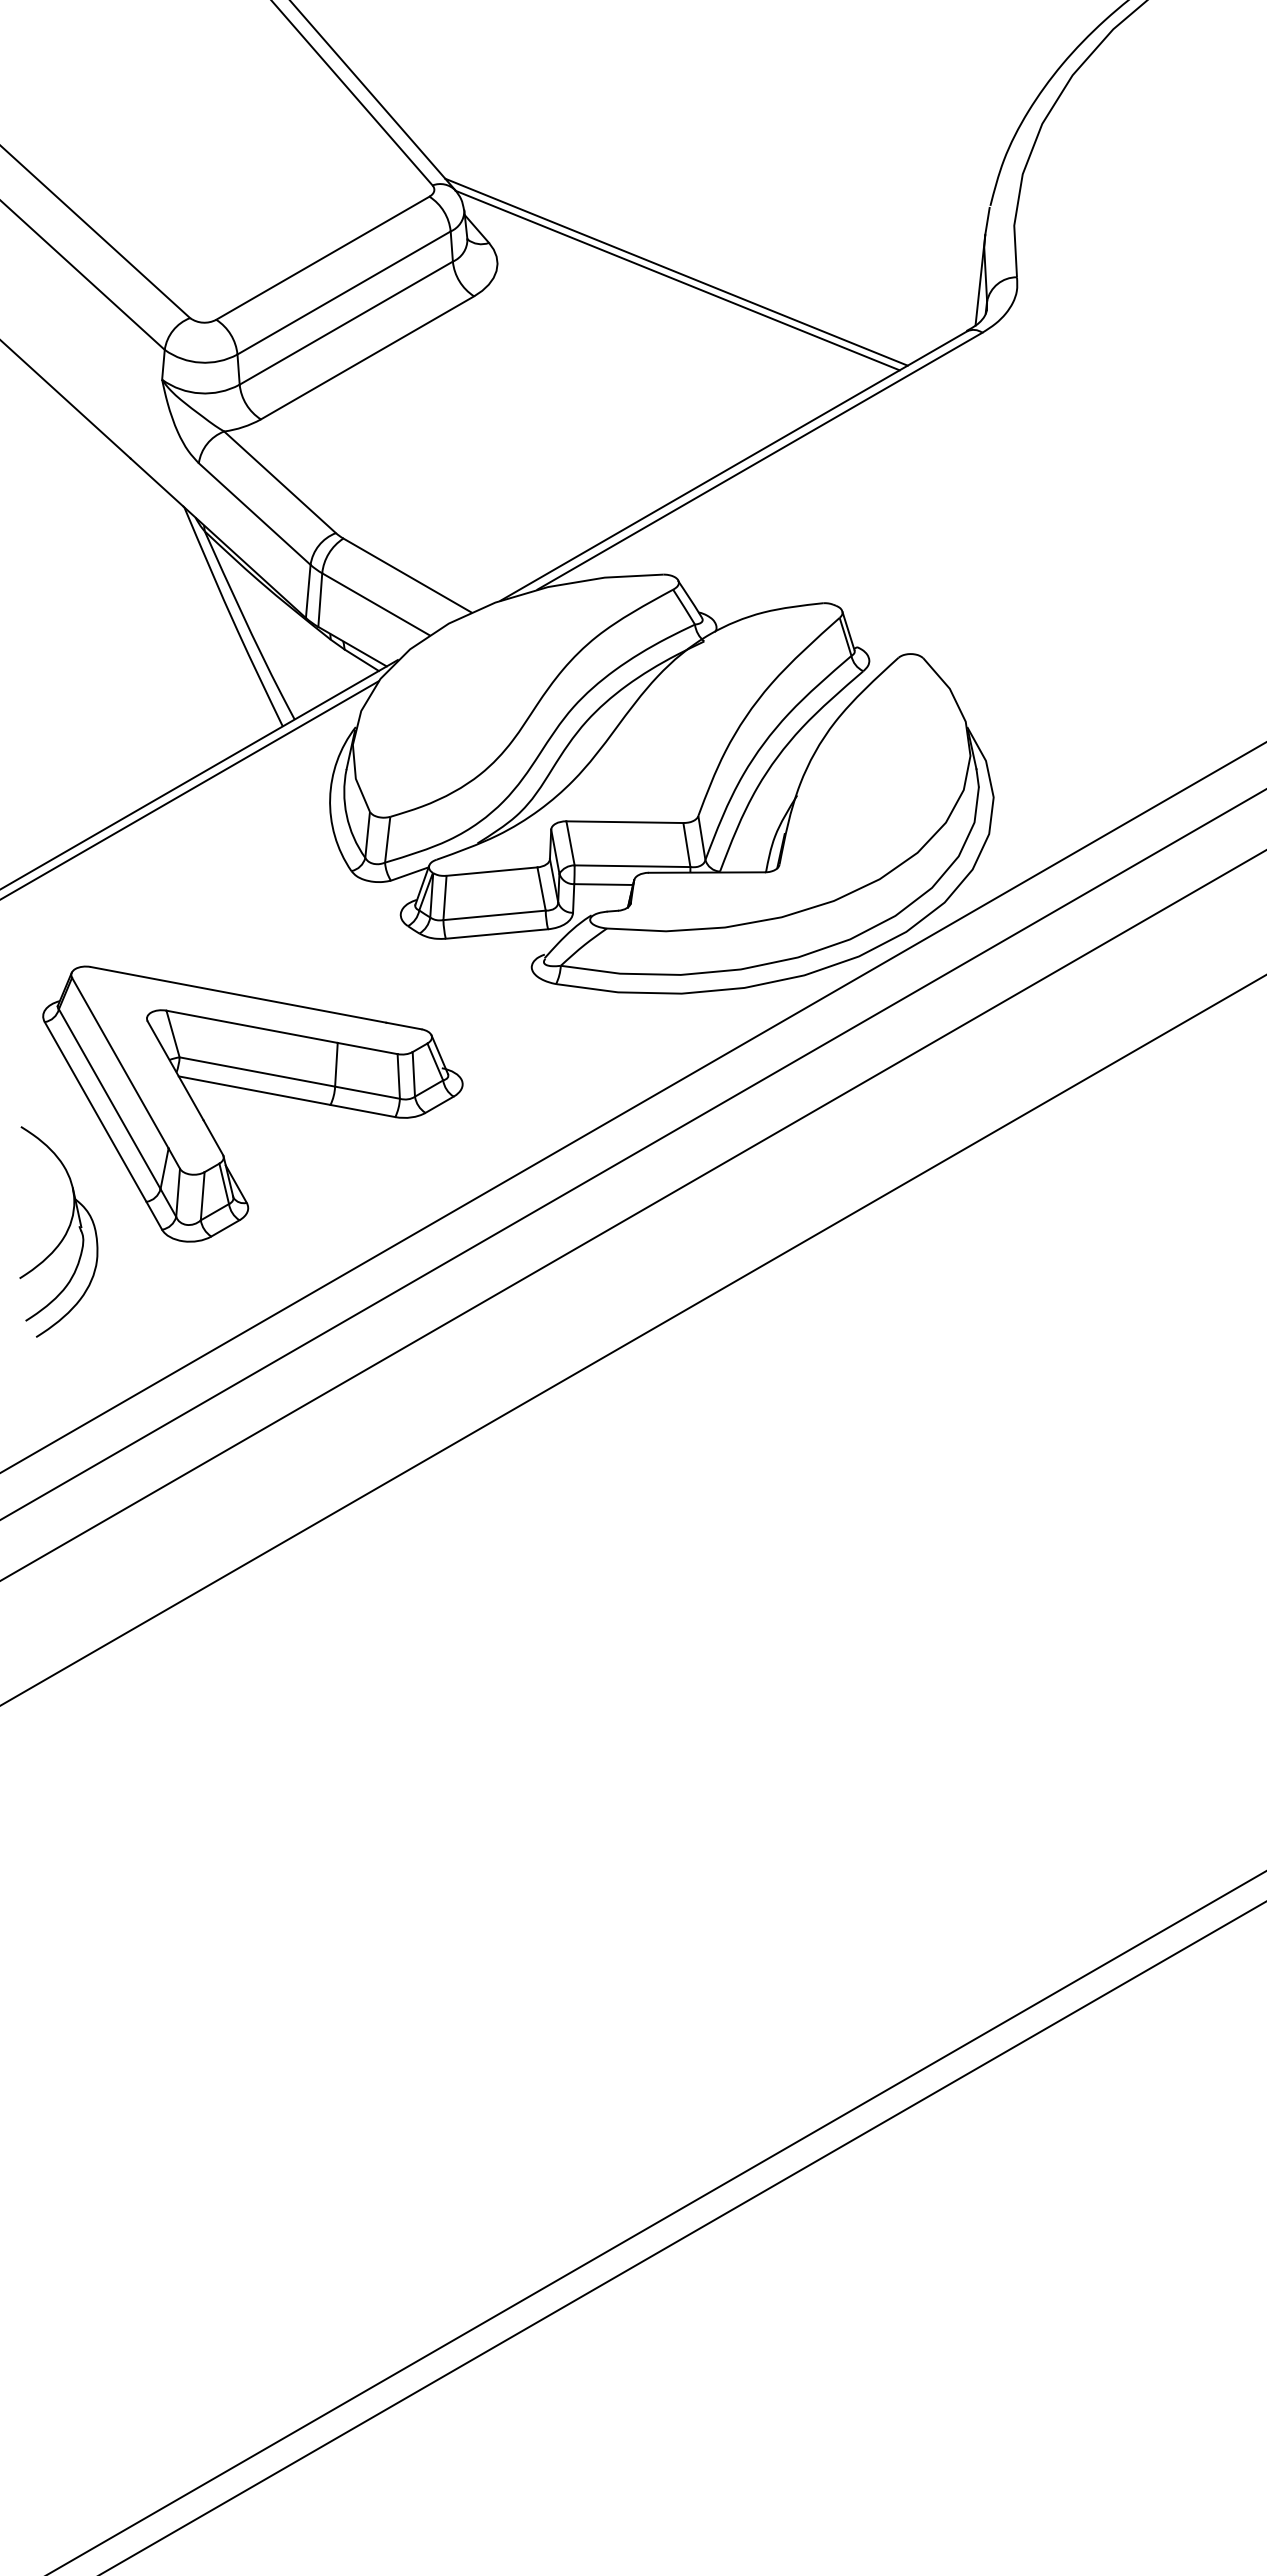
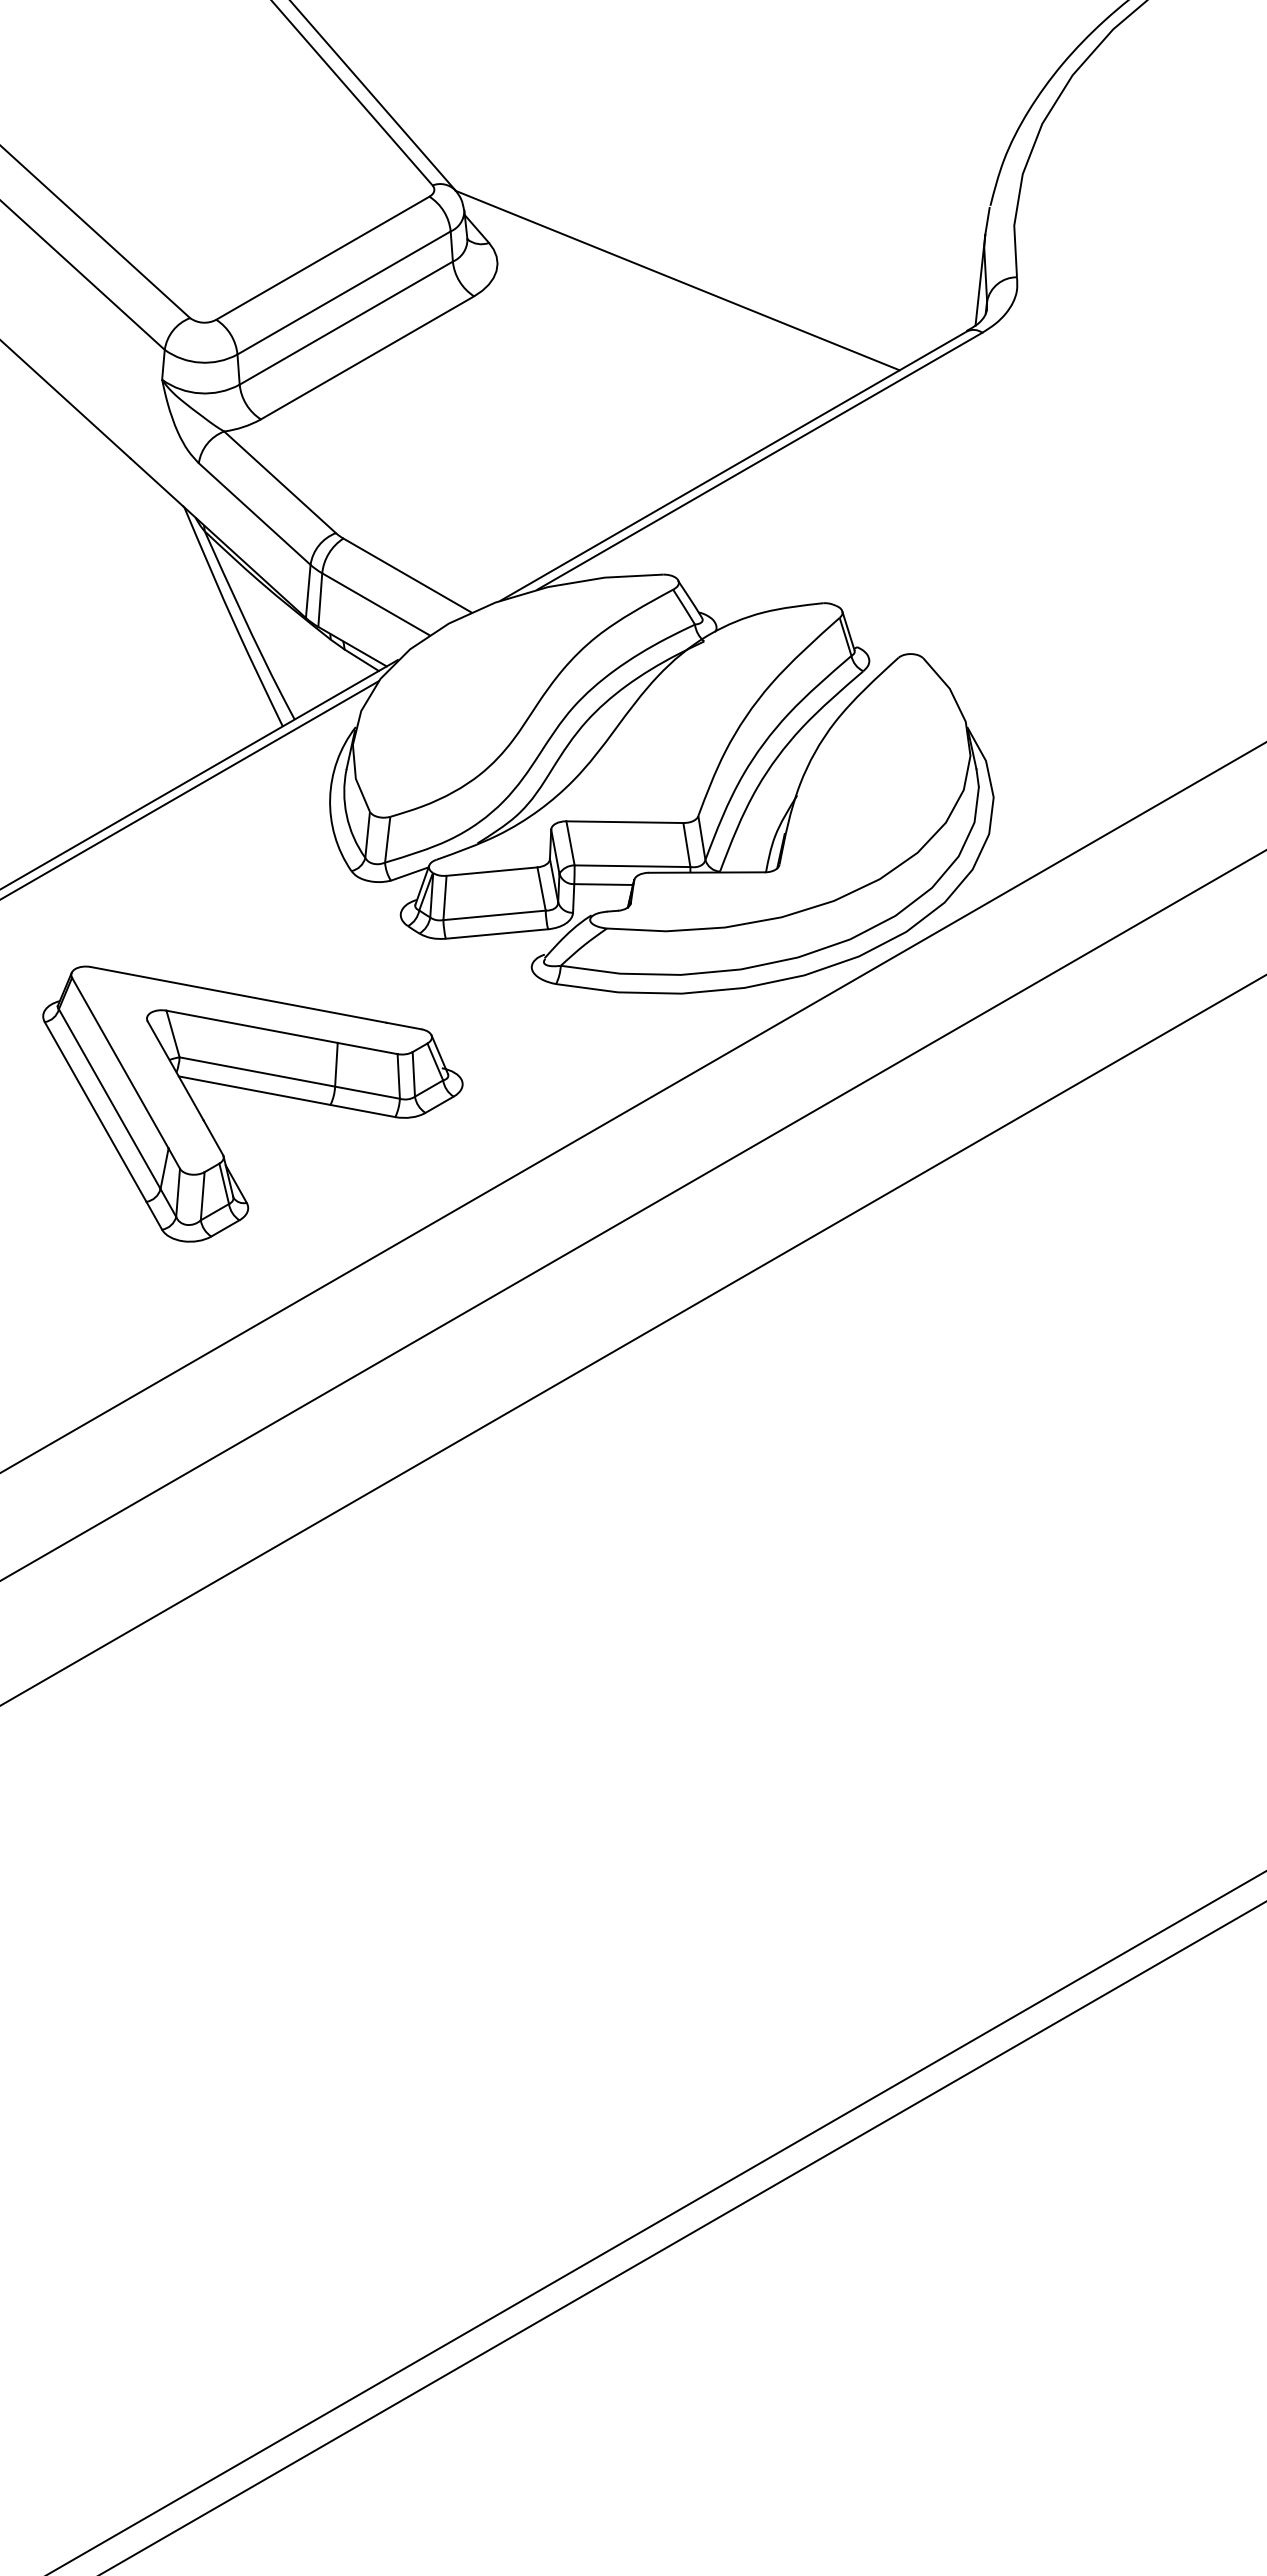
line at (676, 271): present -> none
line at (632, 1154): present -> none
part at (64, 1234): present -> none
